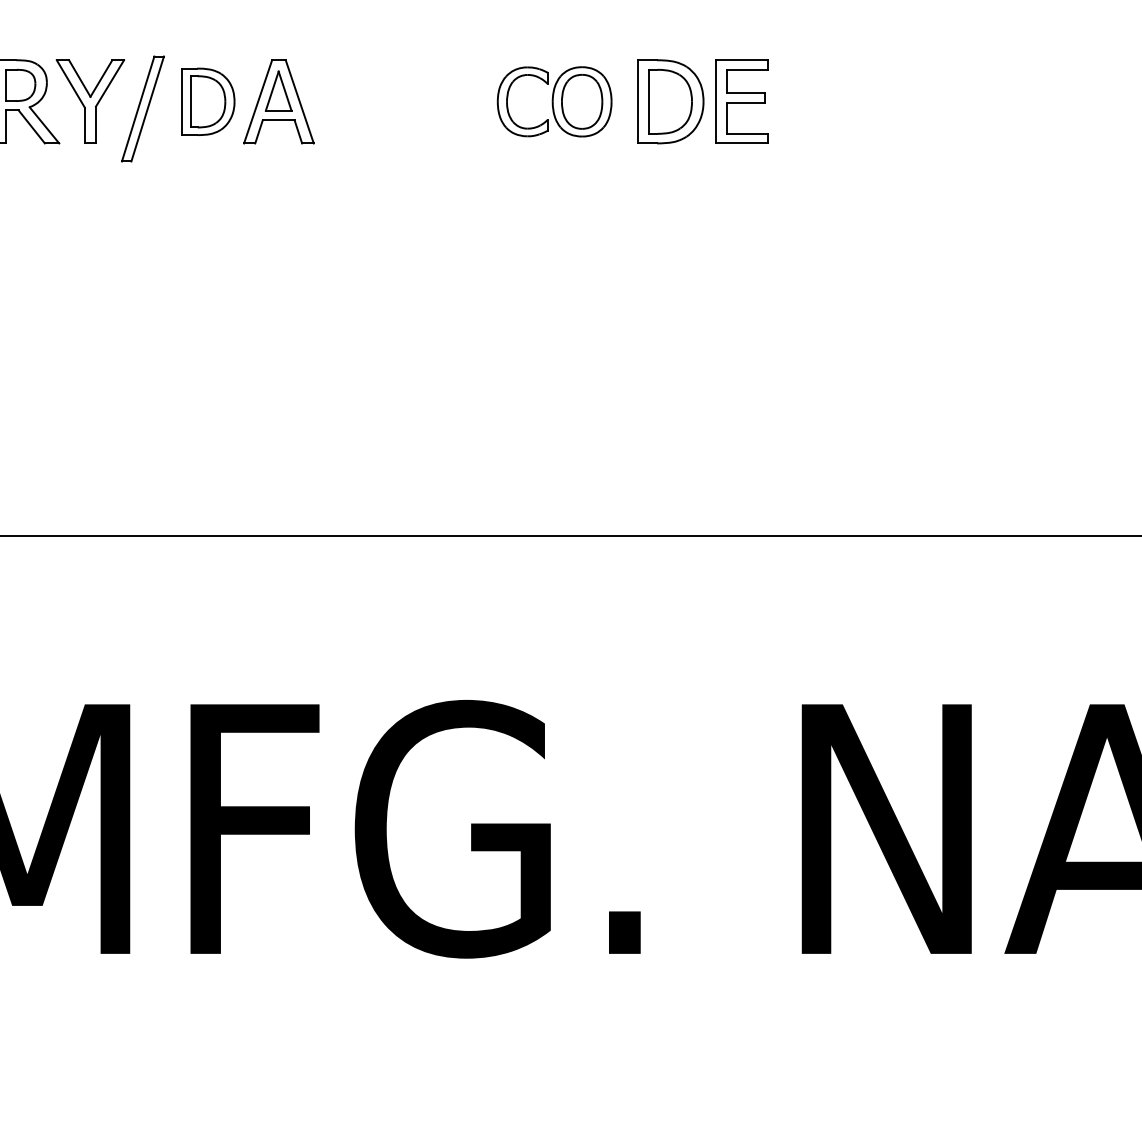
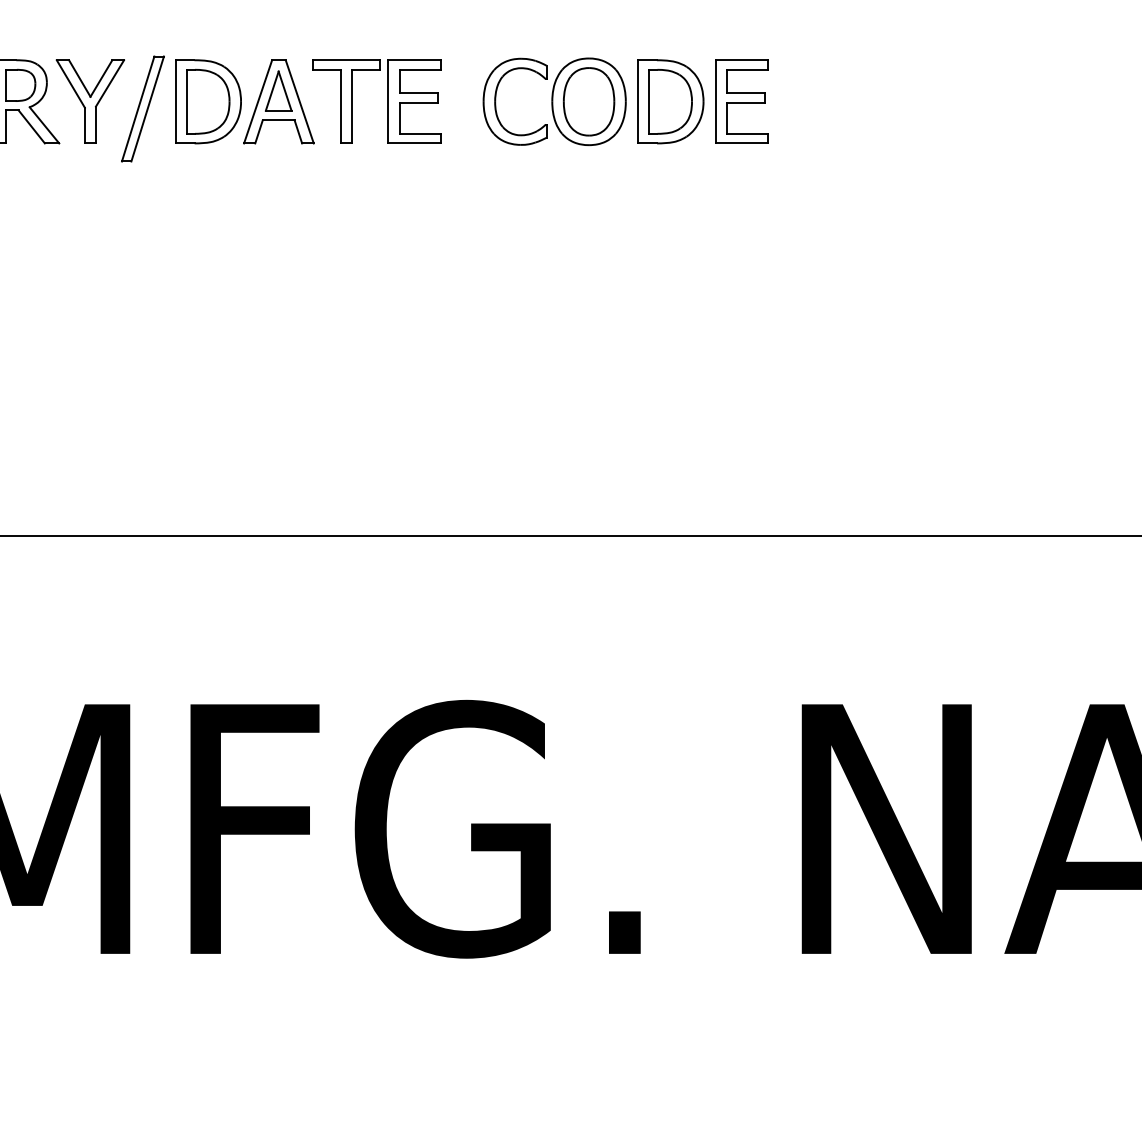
part at (208, 101) size: 55x69 px -> 67x86 px
part at (387, 101): none -> present
part at (554, 101) size: 117x72 px -> 145x90 px
